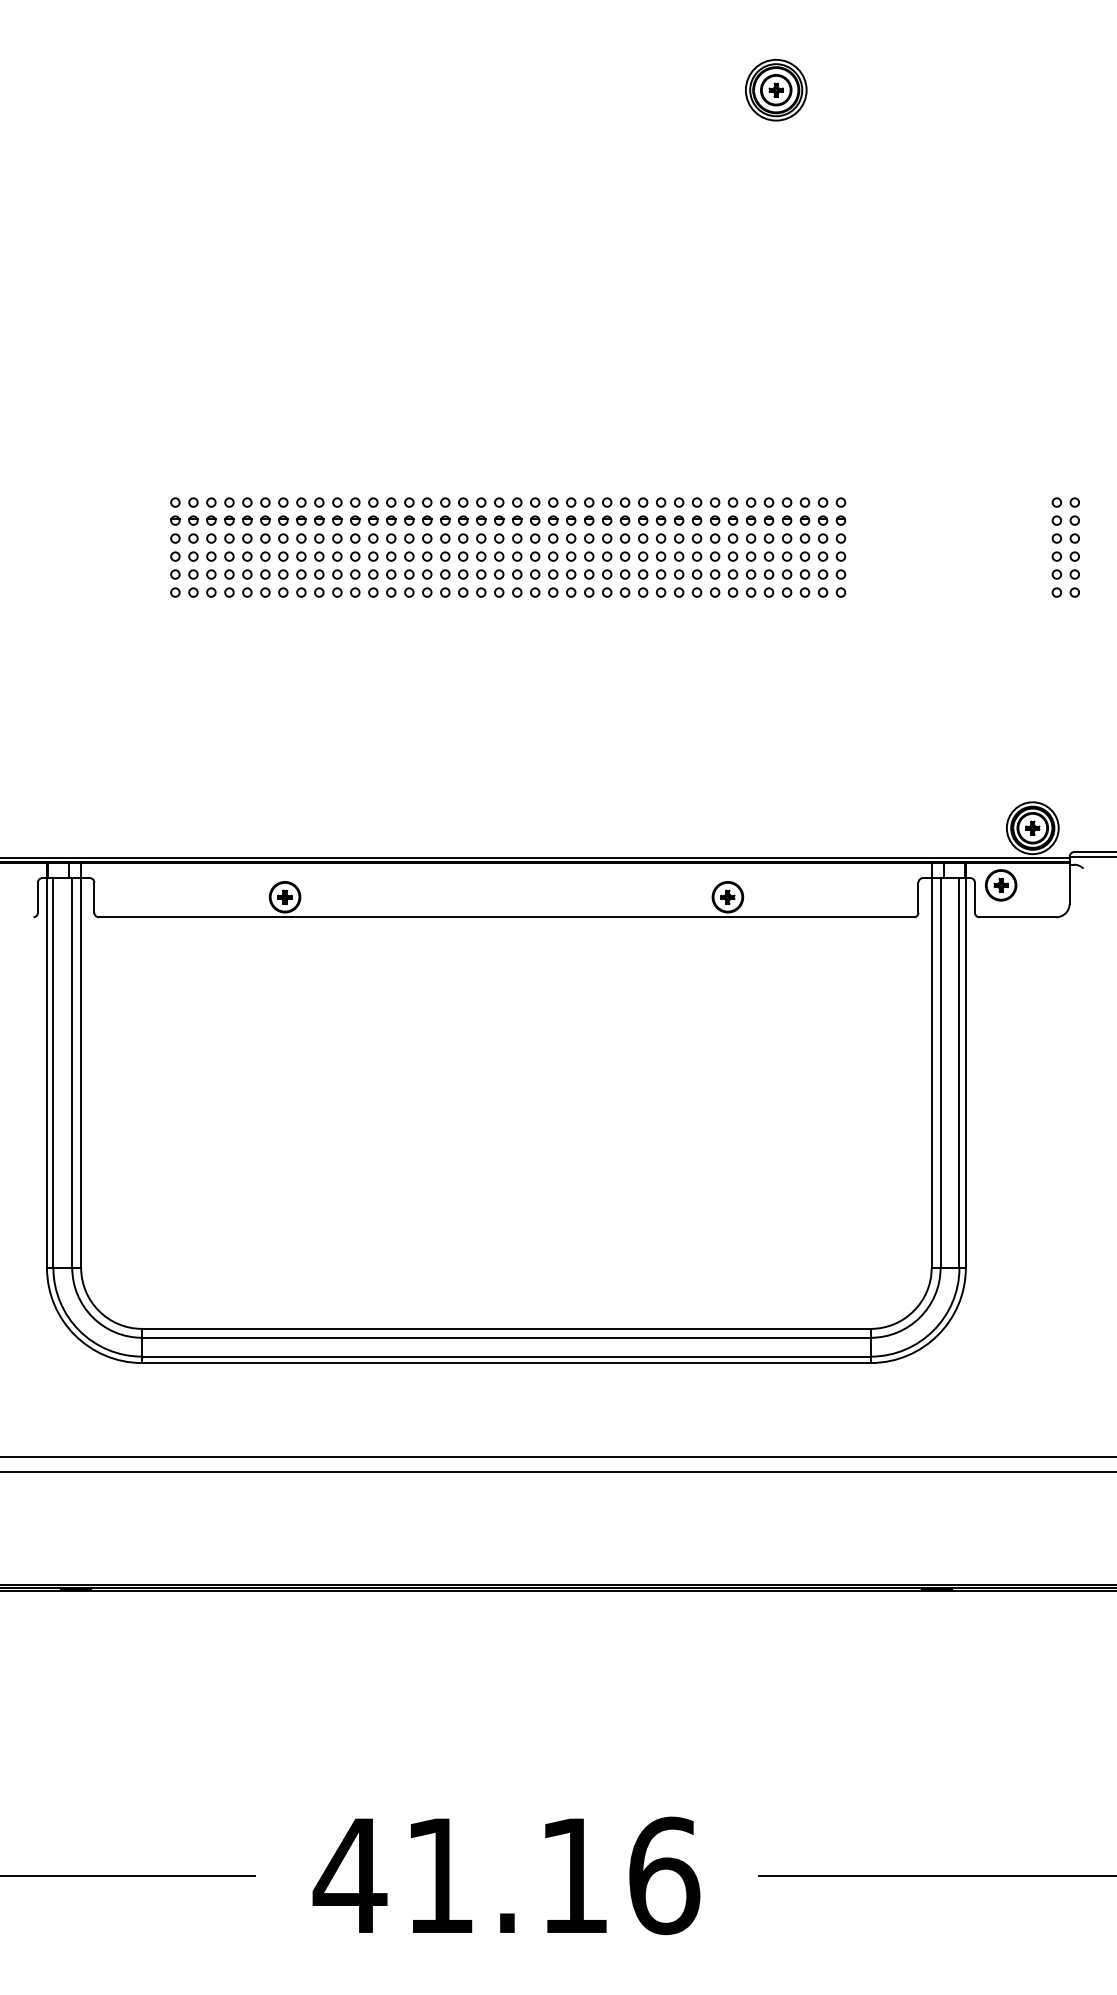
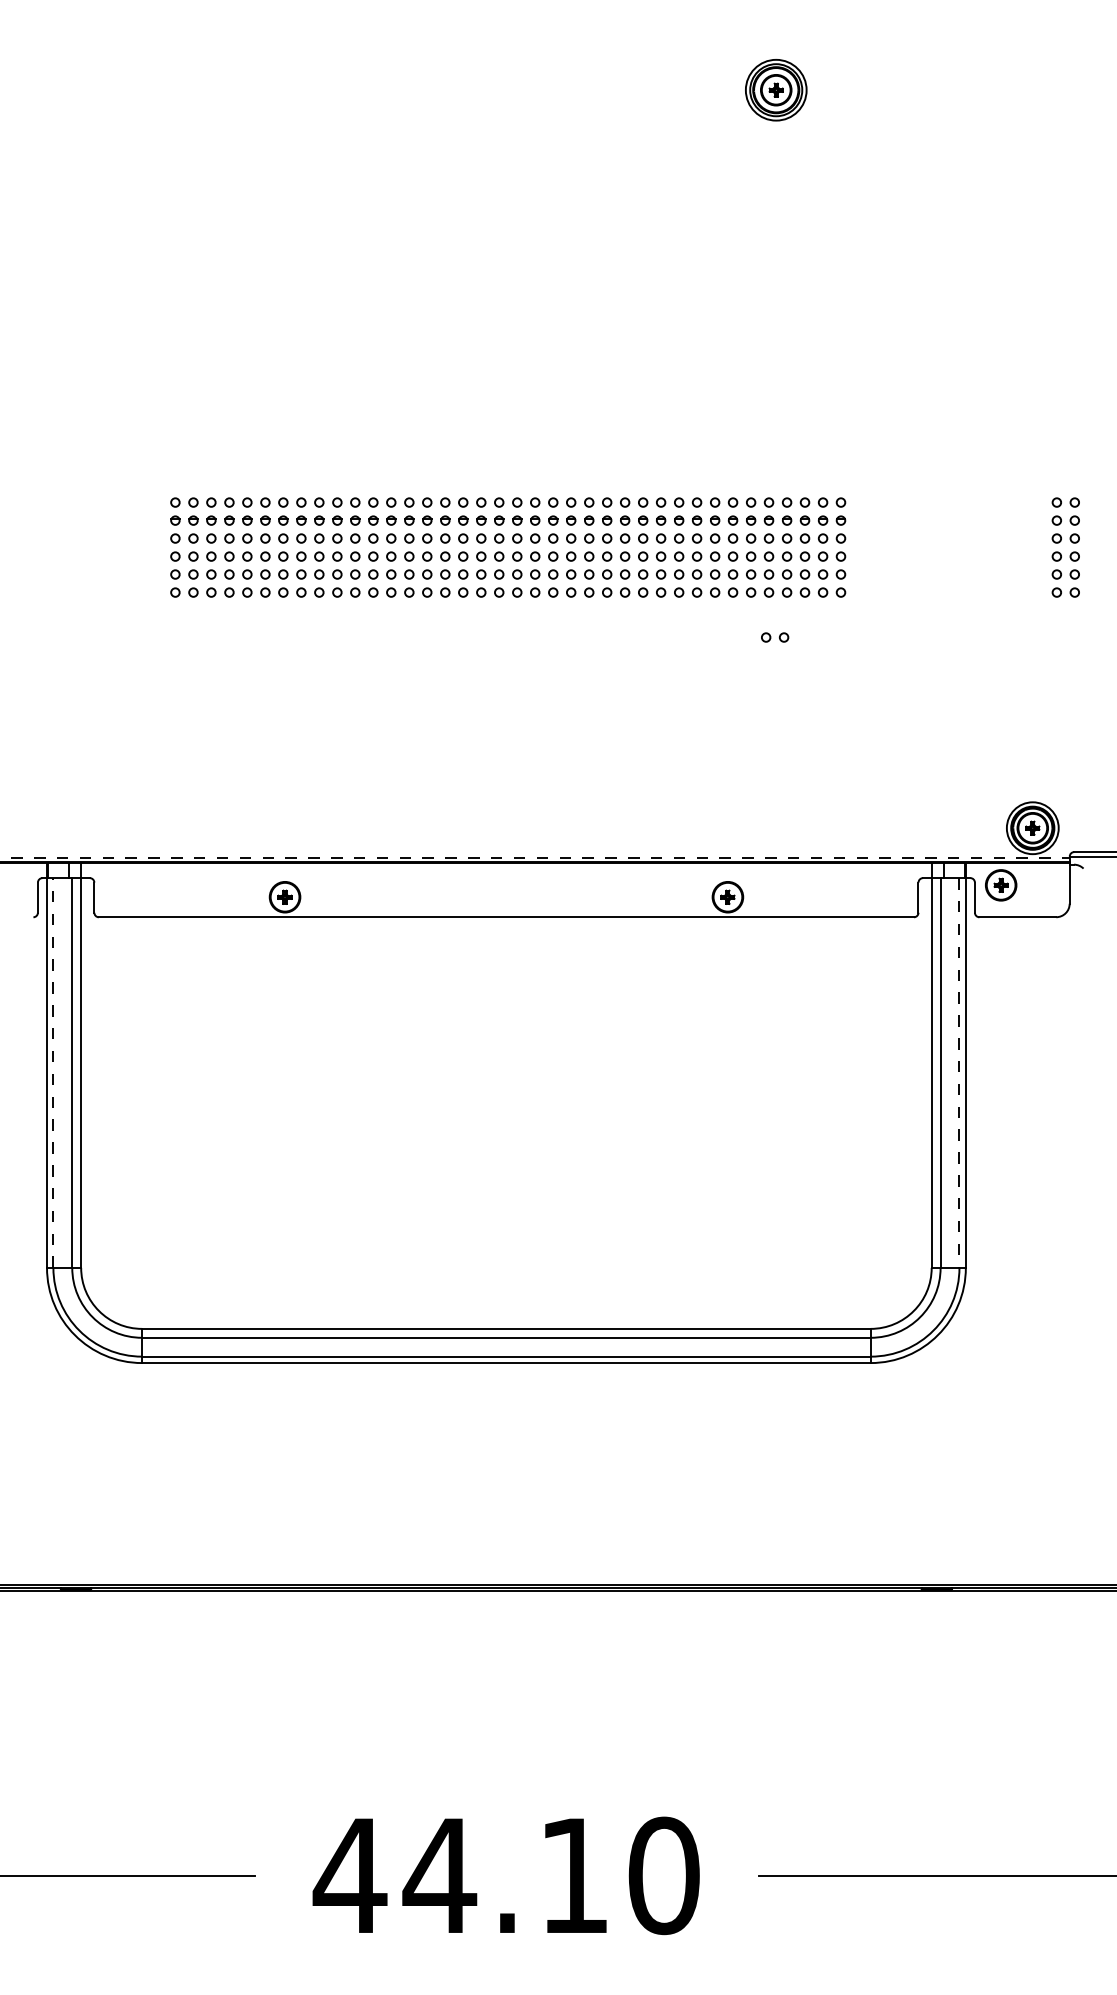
part at (775, 637): none -> present
line at (535, 857): solid -> dashed
line at (53, 1073): solid -> dashed
line at (959, 1073): solid -> dashed
line at (557, 1456): present -> none
line at (557, 1471): present -> none
text at (551, 1875): 41.16 -> 44.10
